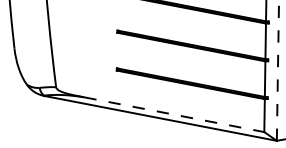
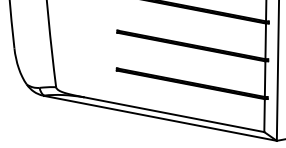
line at (277, 70): dashed -> solid
line at (174, 114): dashed -> solid
